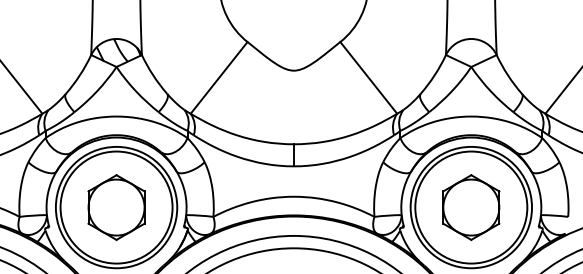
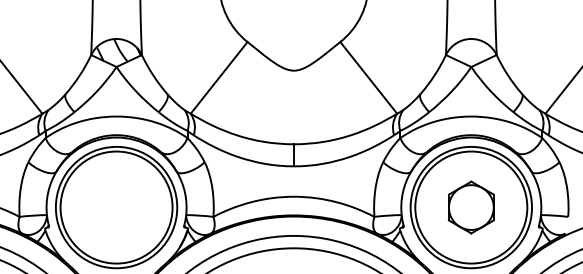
part at (116, 207): present -> none
part at (471, 207) size: 59x67 px -> 48x55 px
